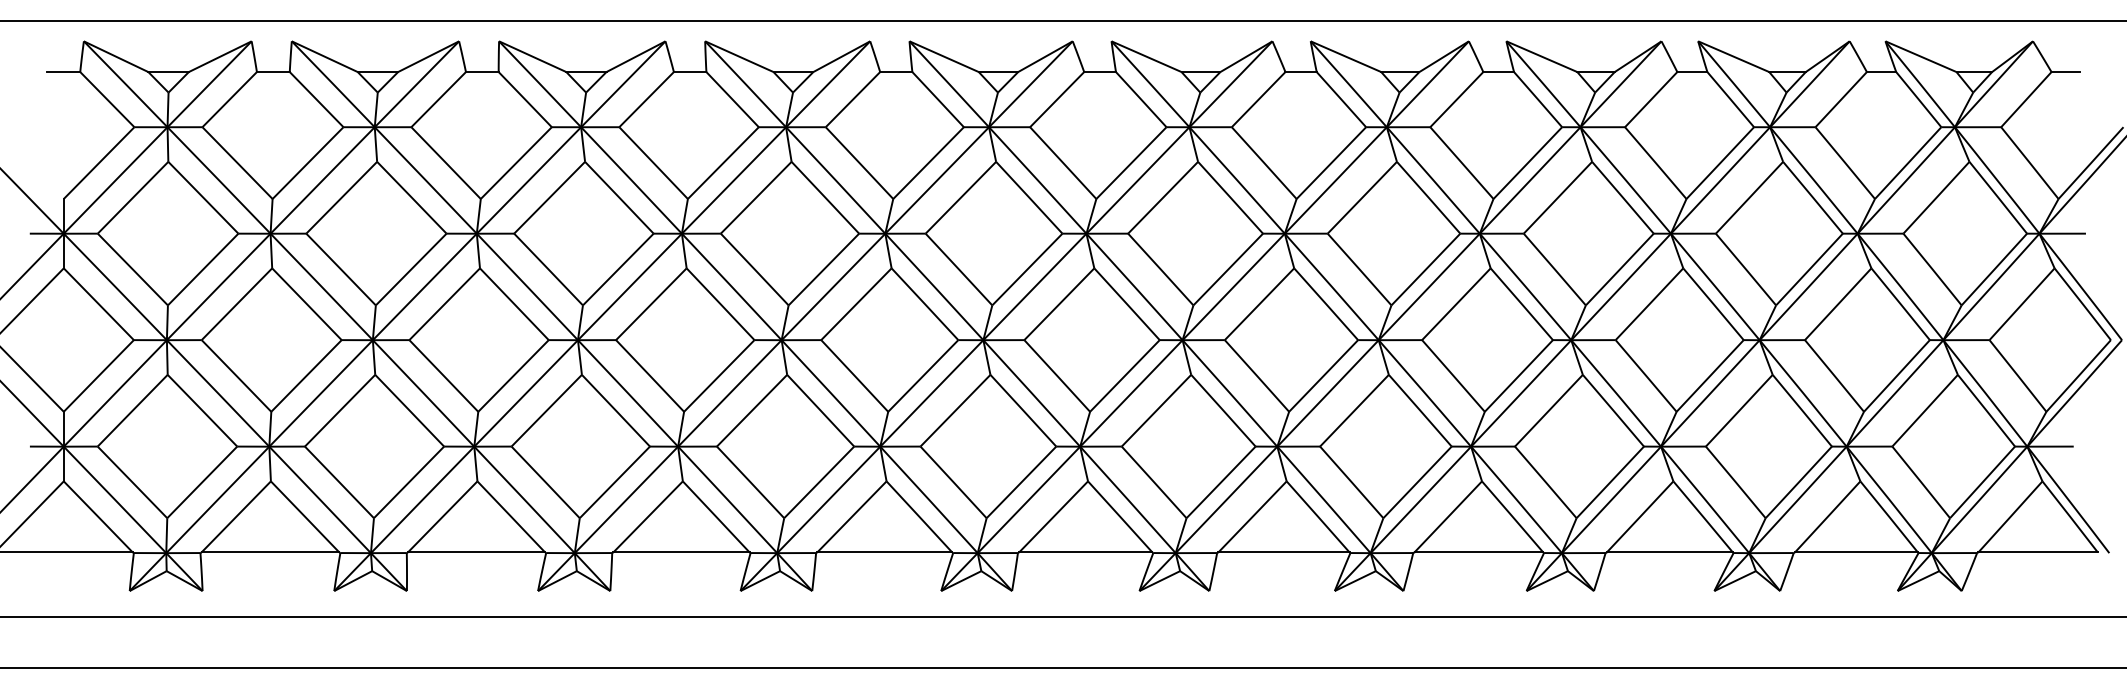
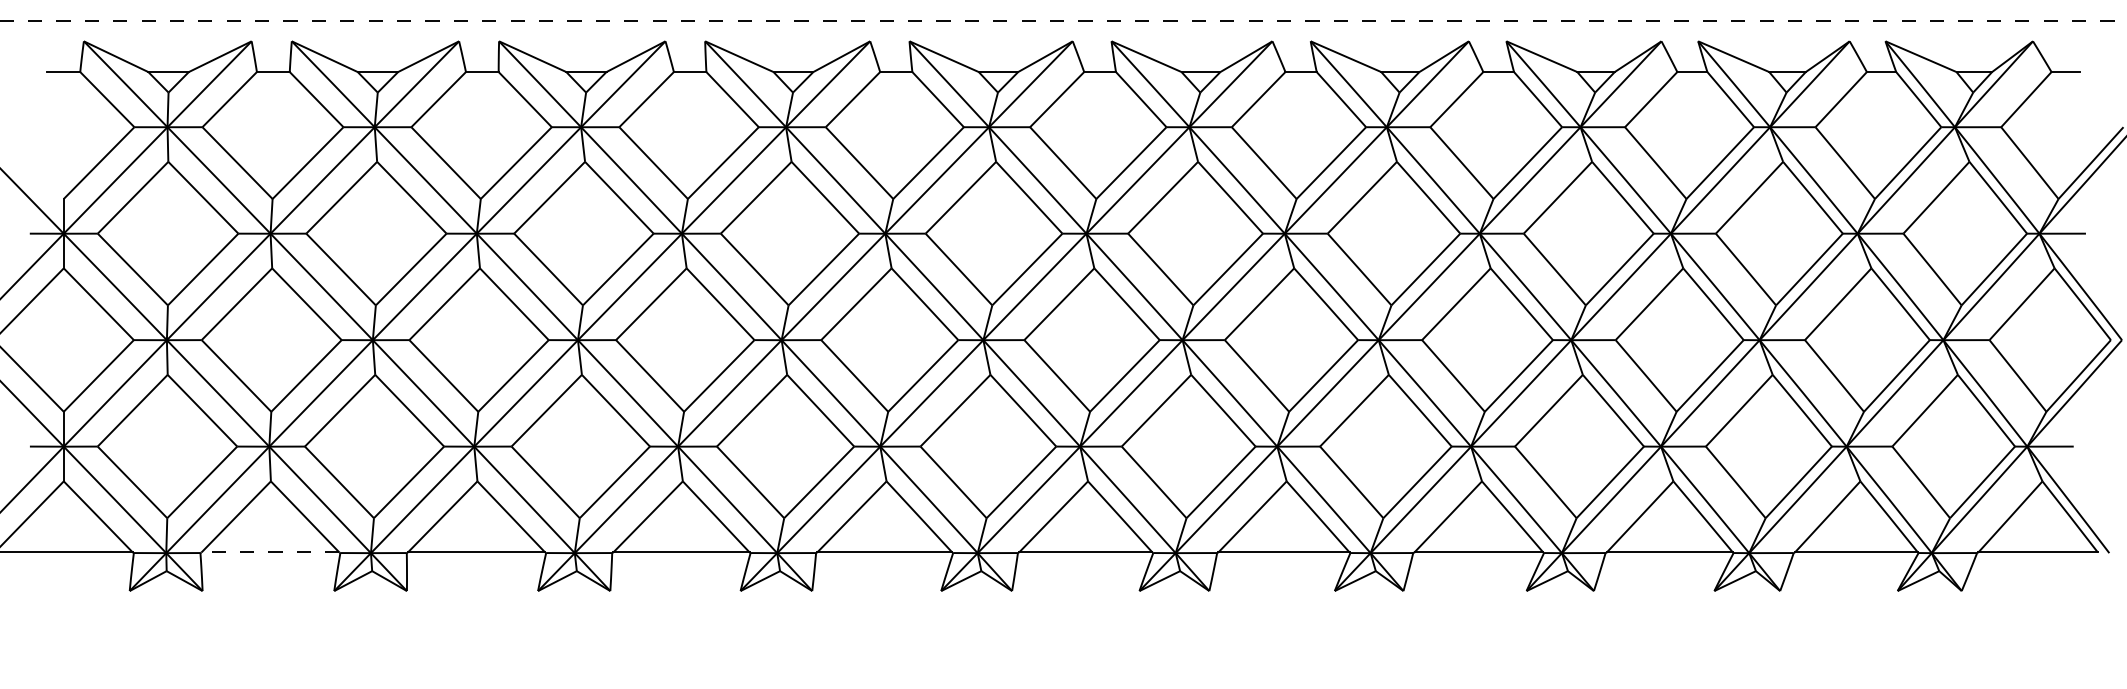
line at (1063, 20): solid -> dashed
line at (270, 552): solid -> dashed
line at (1062, 616): present -> none
line at (1062, 668): present -> none
